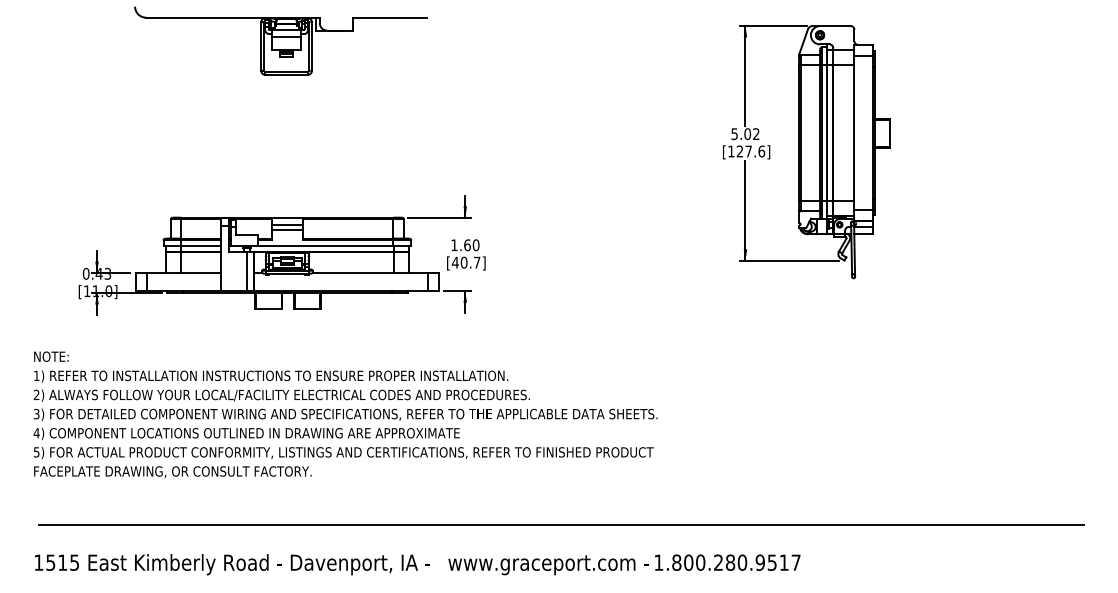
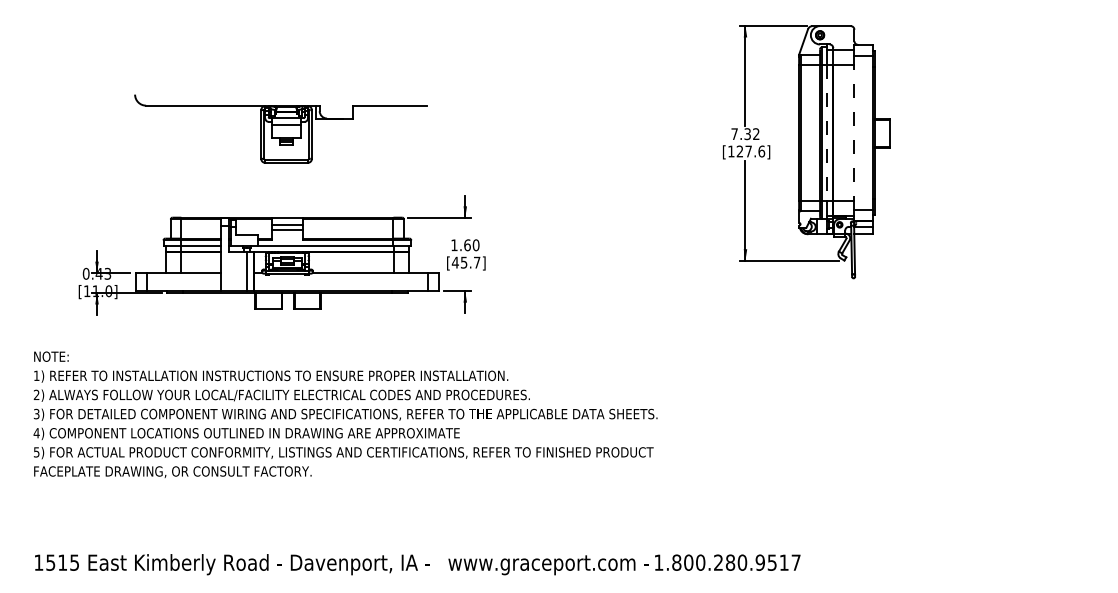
part at (280, 40) position: (280, 40) -> (280, 128)
line at (827, 133): solid -> dashed
line at (854, 133): solid -> dashed
text at (741, 134): 5.02 -> 7.32
text at (463, 262): [40.7] -> [45.7]
line at (561, 524): present -> none
